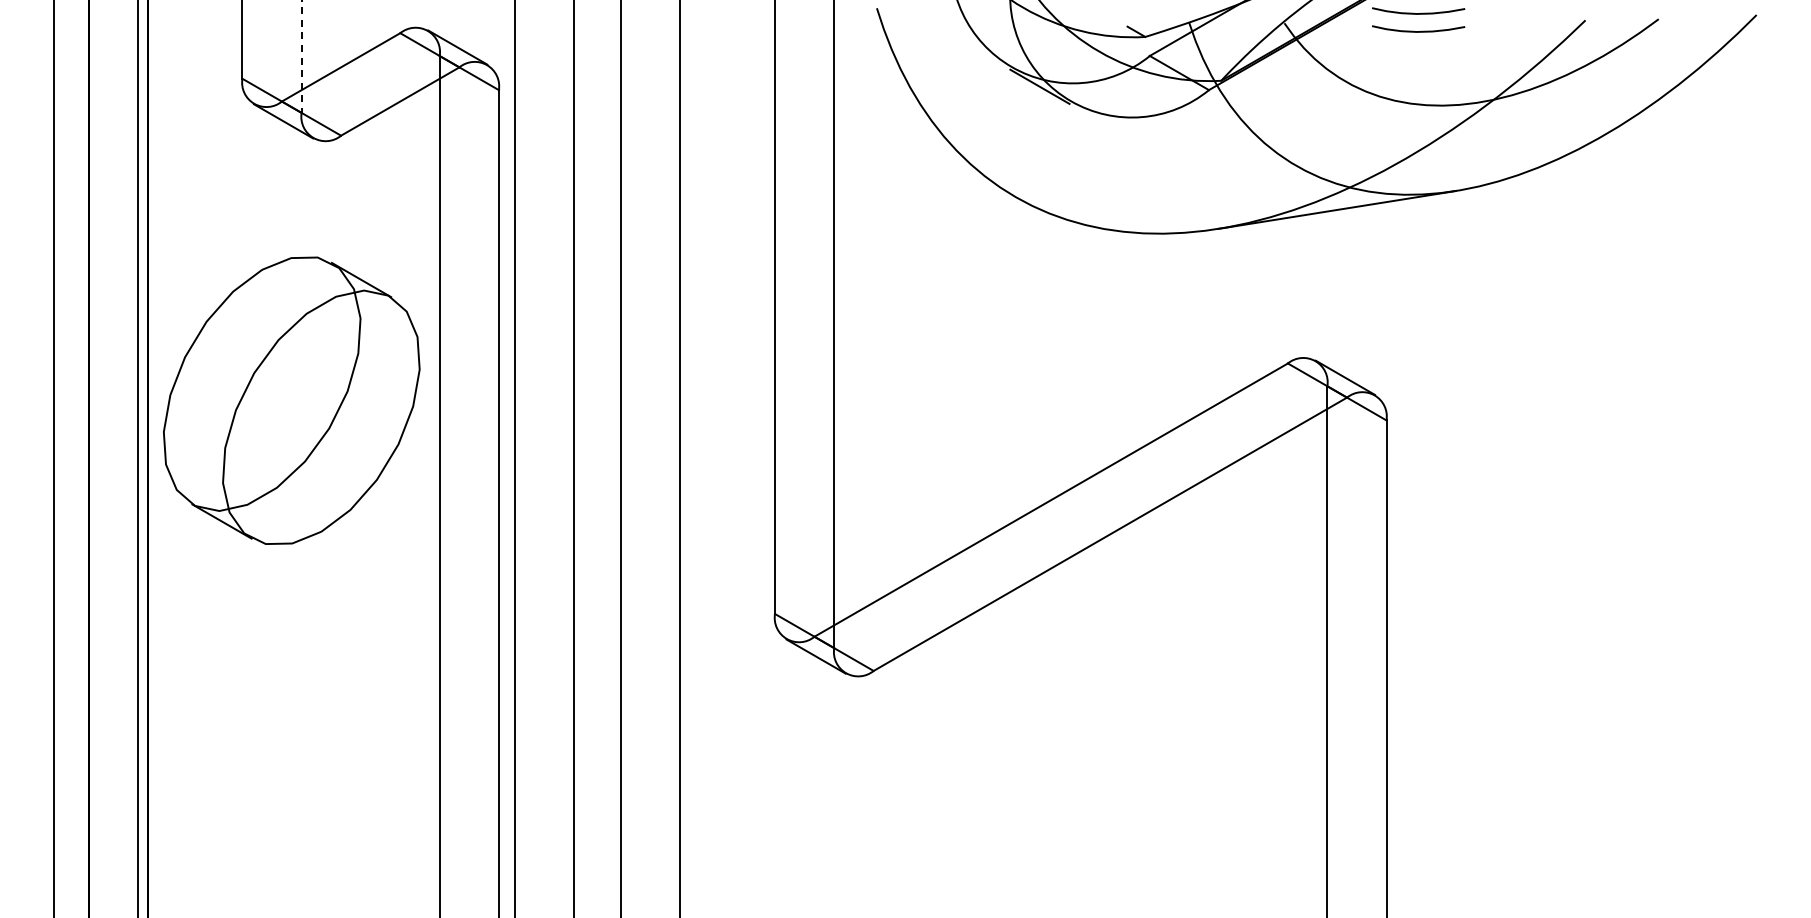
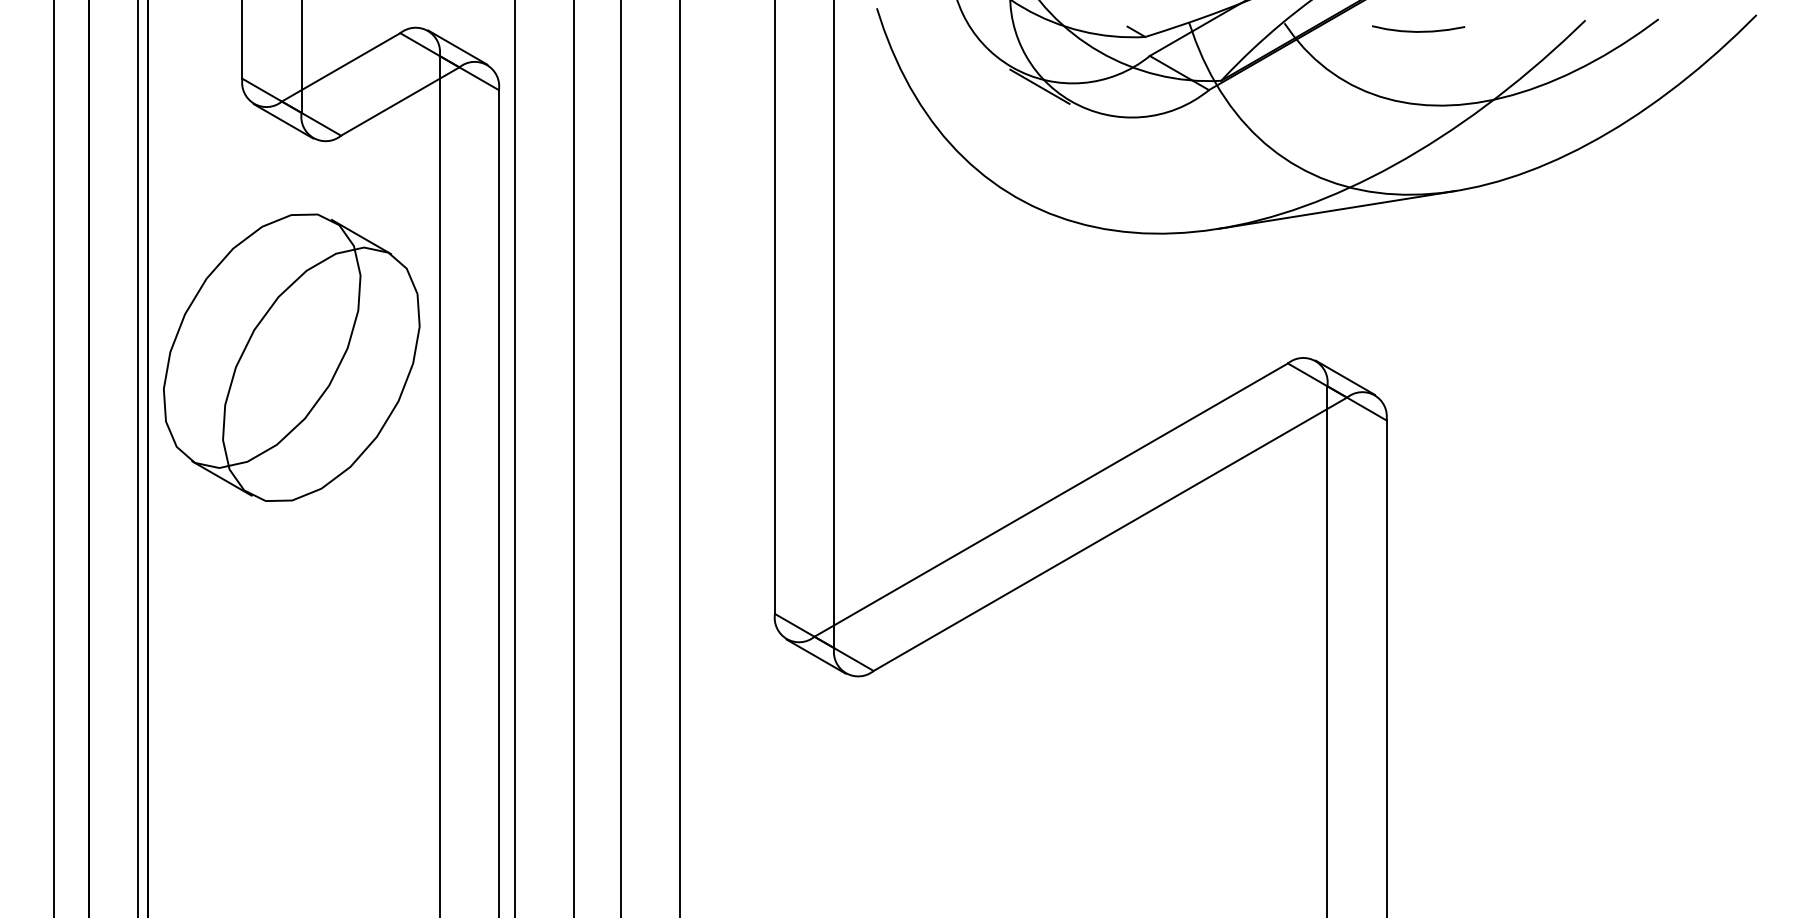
curve at (1418, 13): present -> none
line at (301, 56): dashed -> solid
part at (291, 400) position: (291, 400) -> (291, 357)
